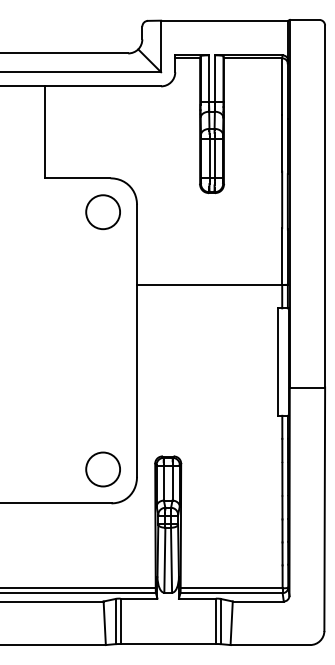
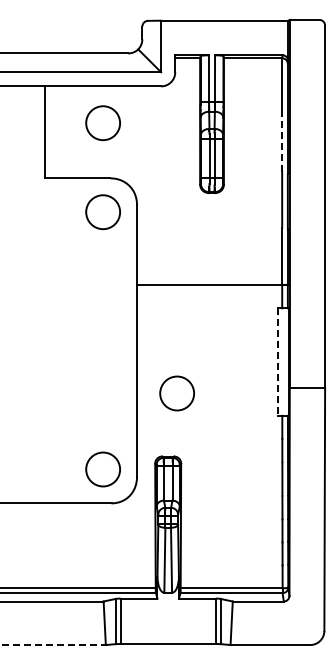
circle at (102, 123): none -> present
line at (282, 142): solid -> dashed
line at (278, 362): solid -> dashed
circle at (176, 393): none -> present
line at (53, 645): solid -> dashed
